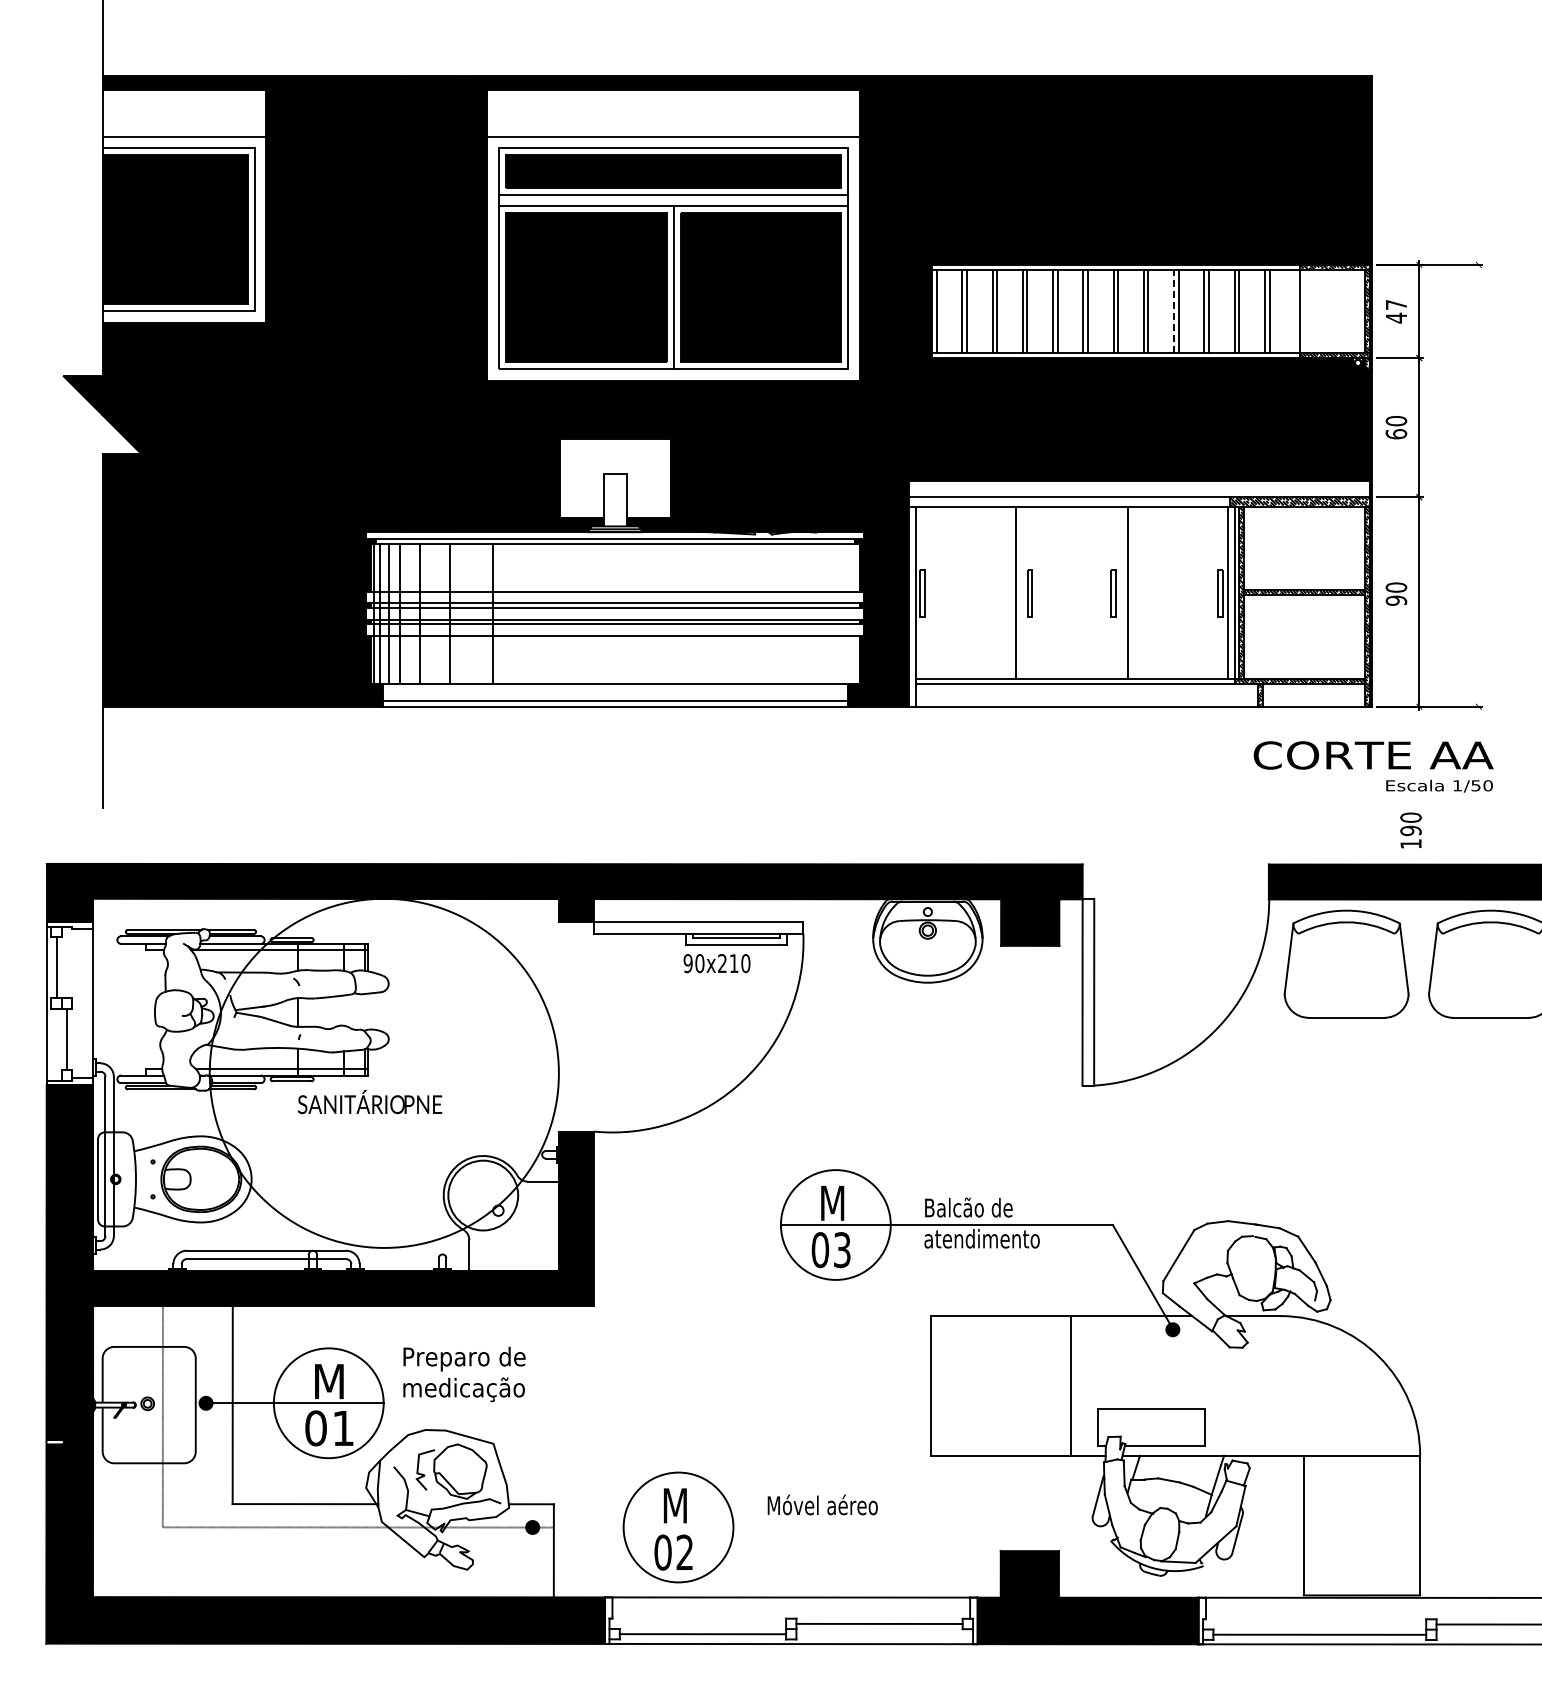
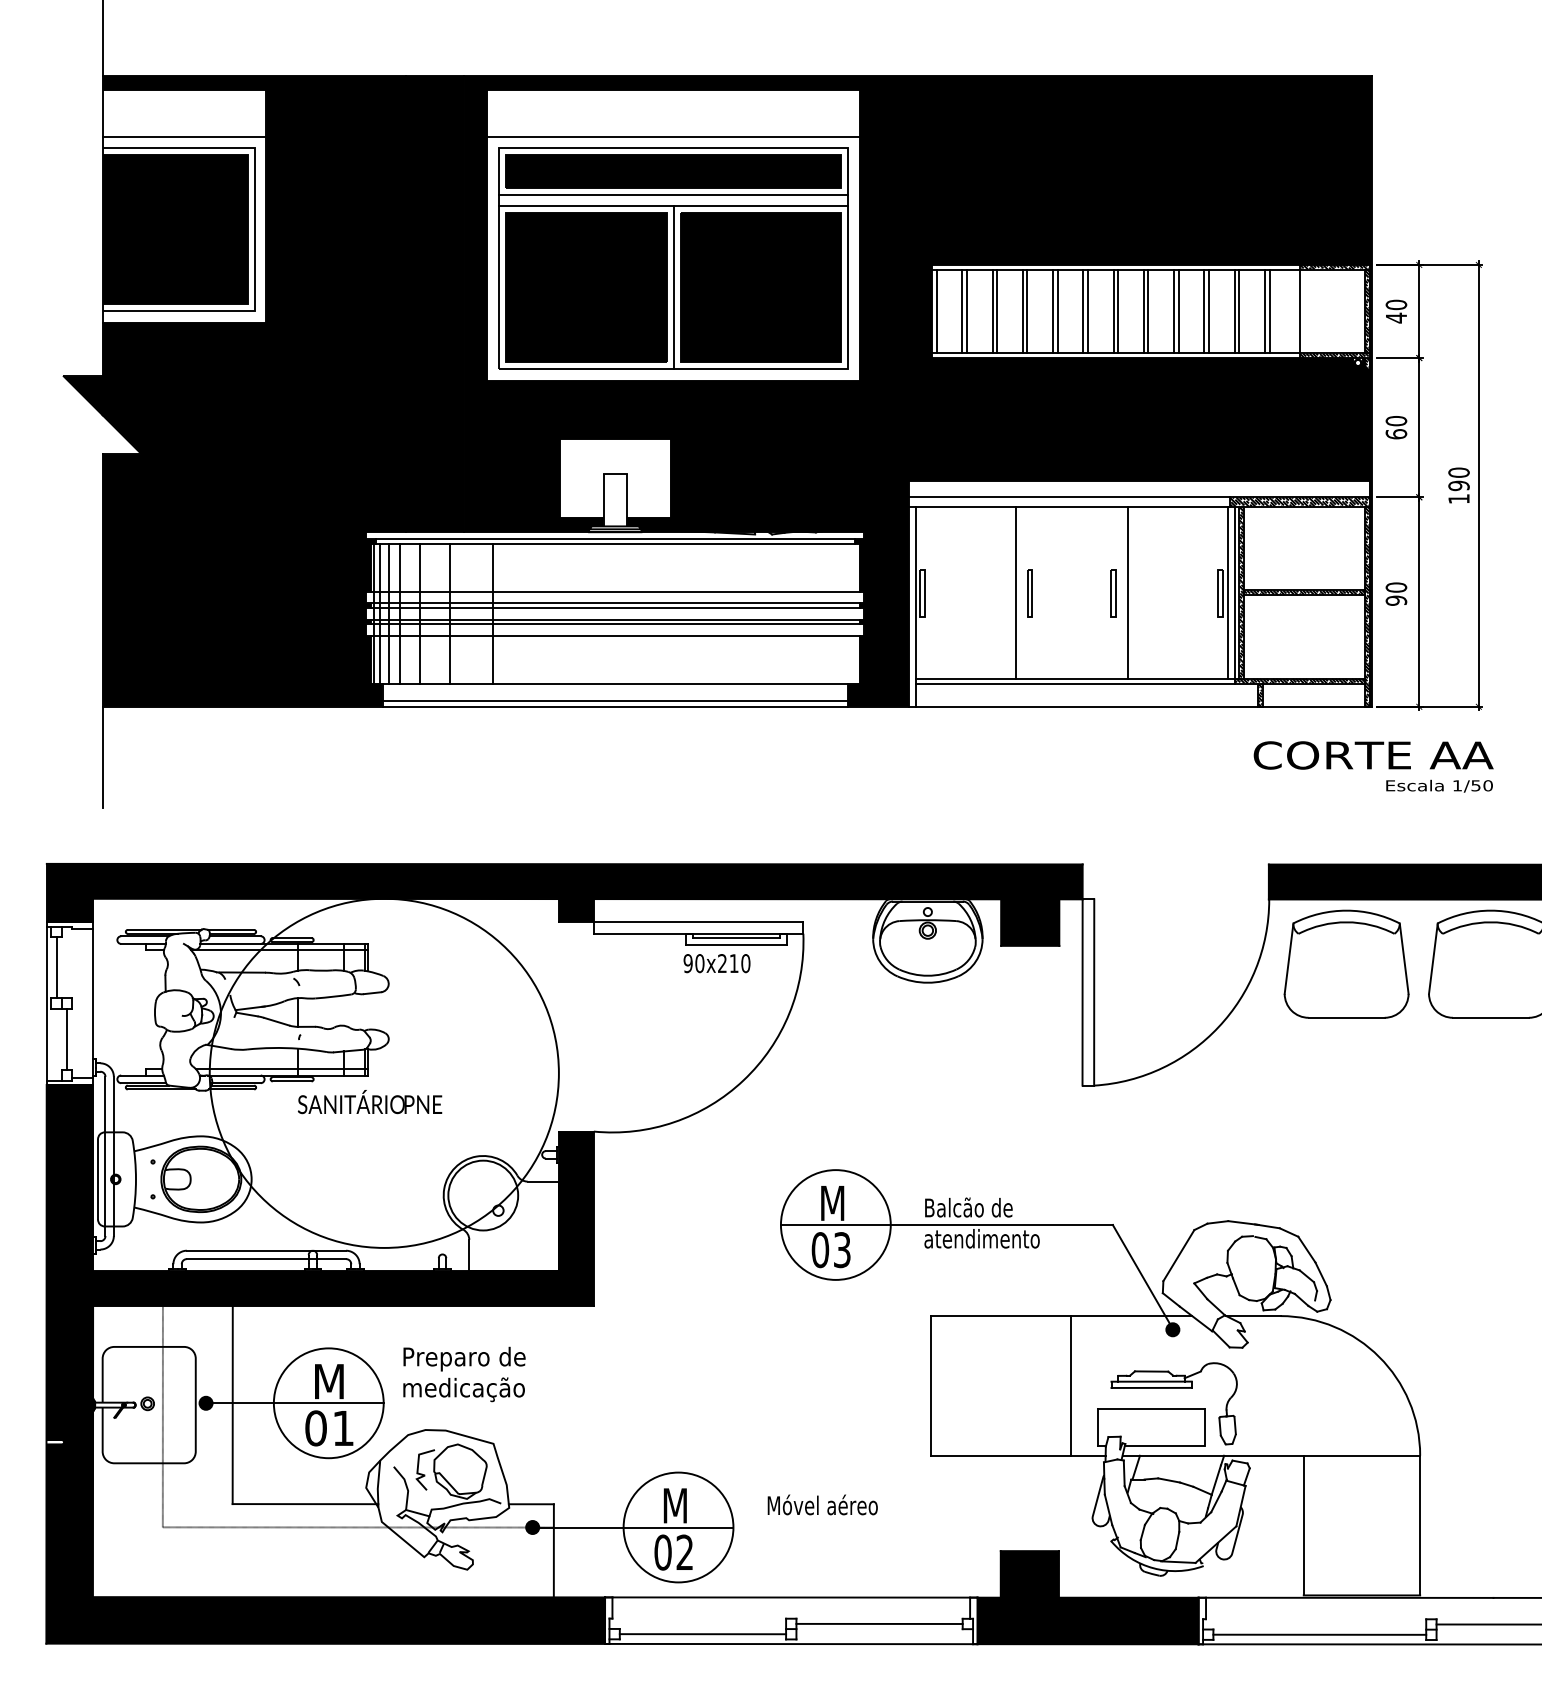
text at (1396, 304): 47 -> 40
line at (1174, 311): dashed -> solid
line at (1478, 485): none -> present
text at (1410, 830) position: (1410, 830) -> (1458, 485)
part at (1173, 1388): none -> present
line at (636, 1527): none -> present
